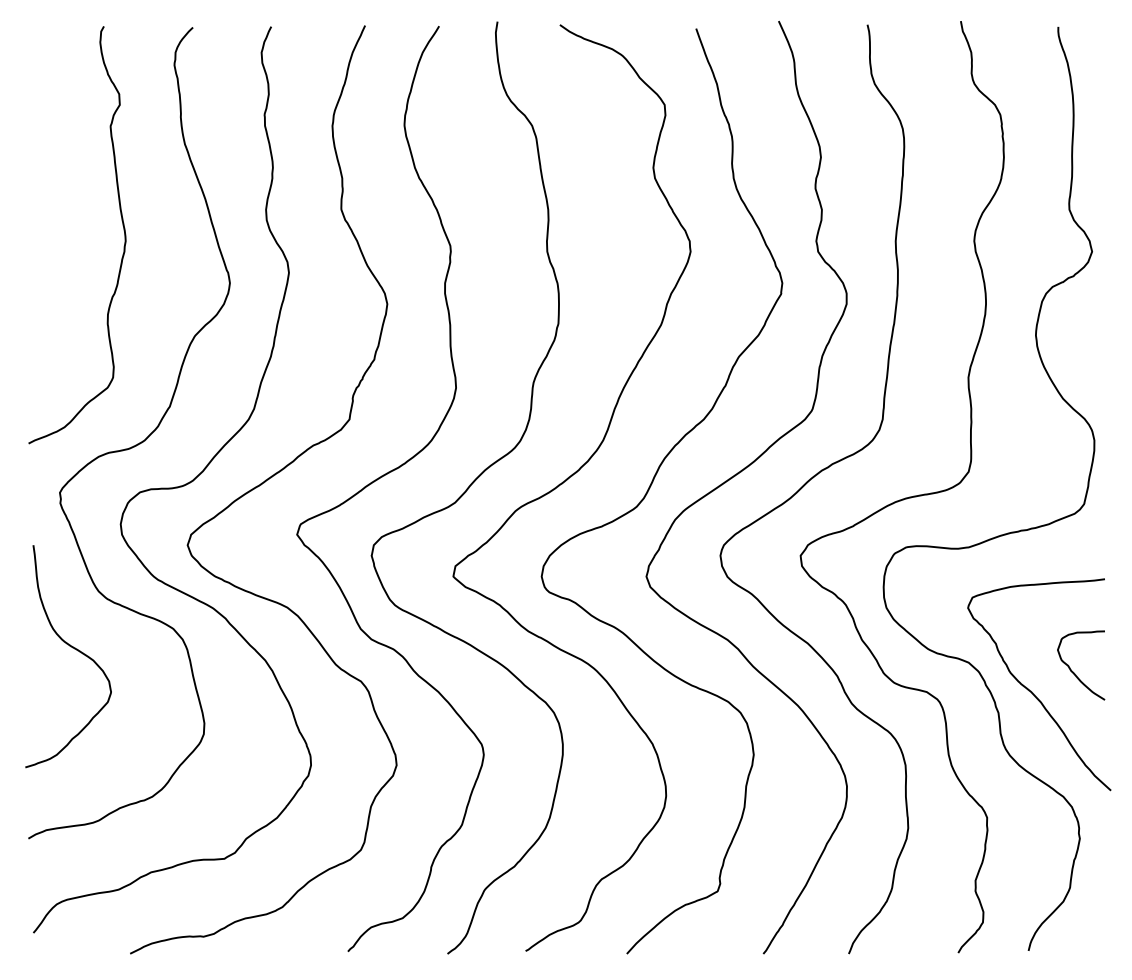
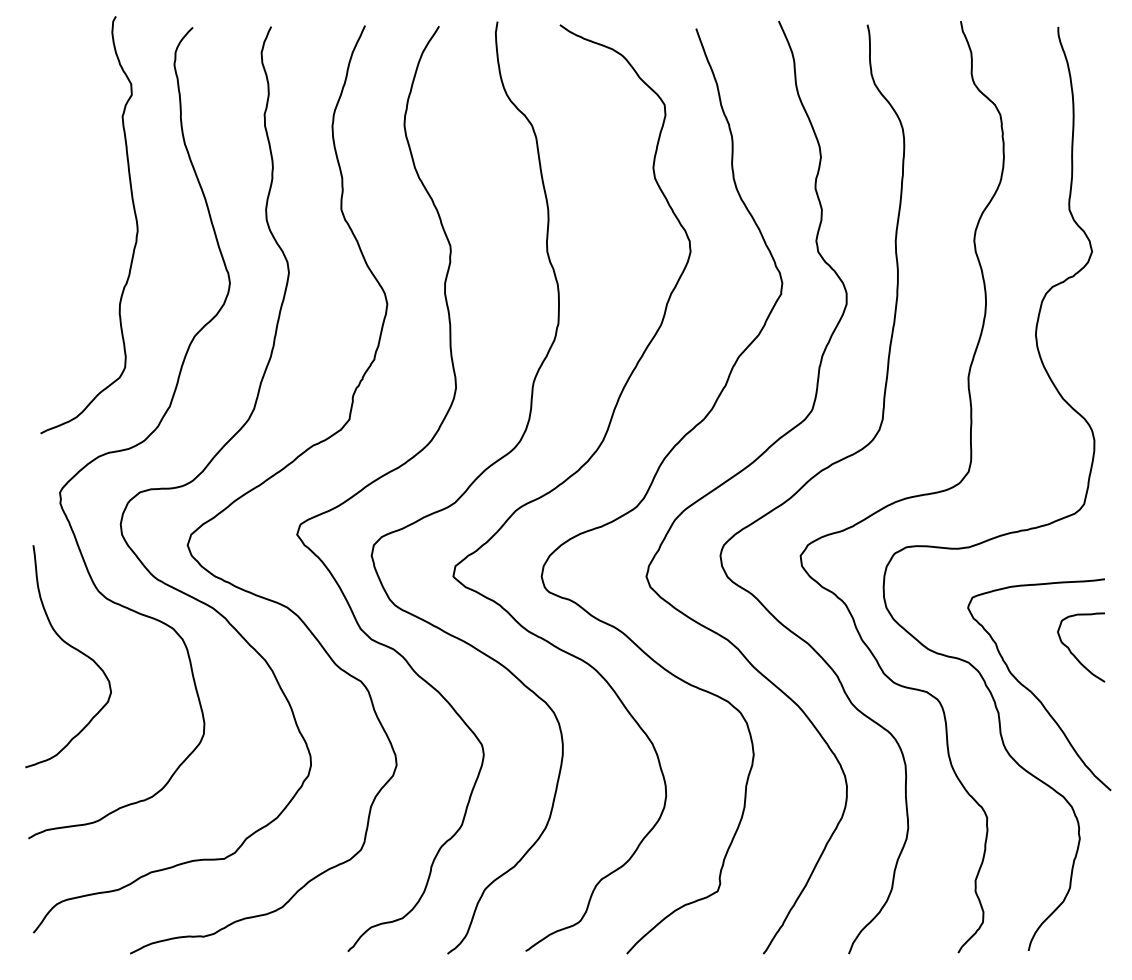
curve at (122, 225) position: (122, 225) -> (134, 215)
curve at (1074, 672) position: (1074, 672) -> (1074, 654)
